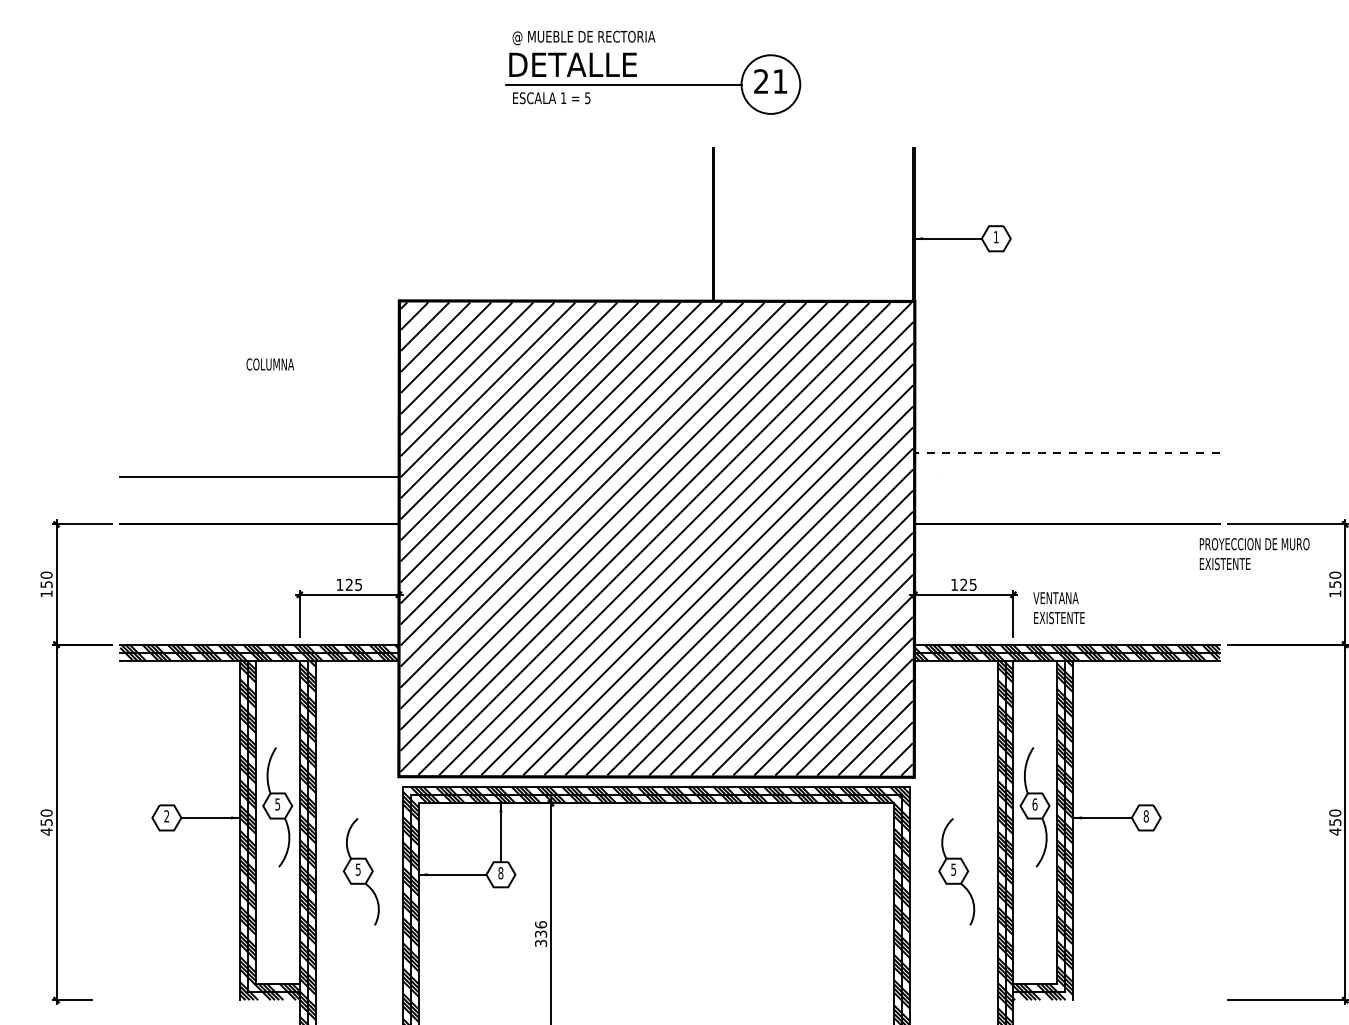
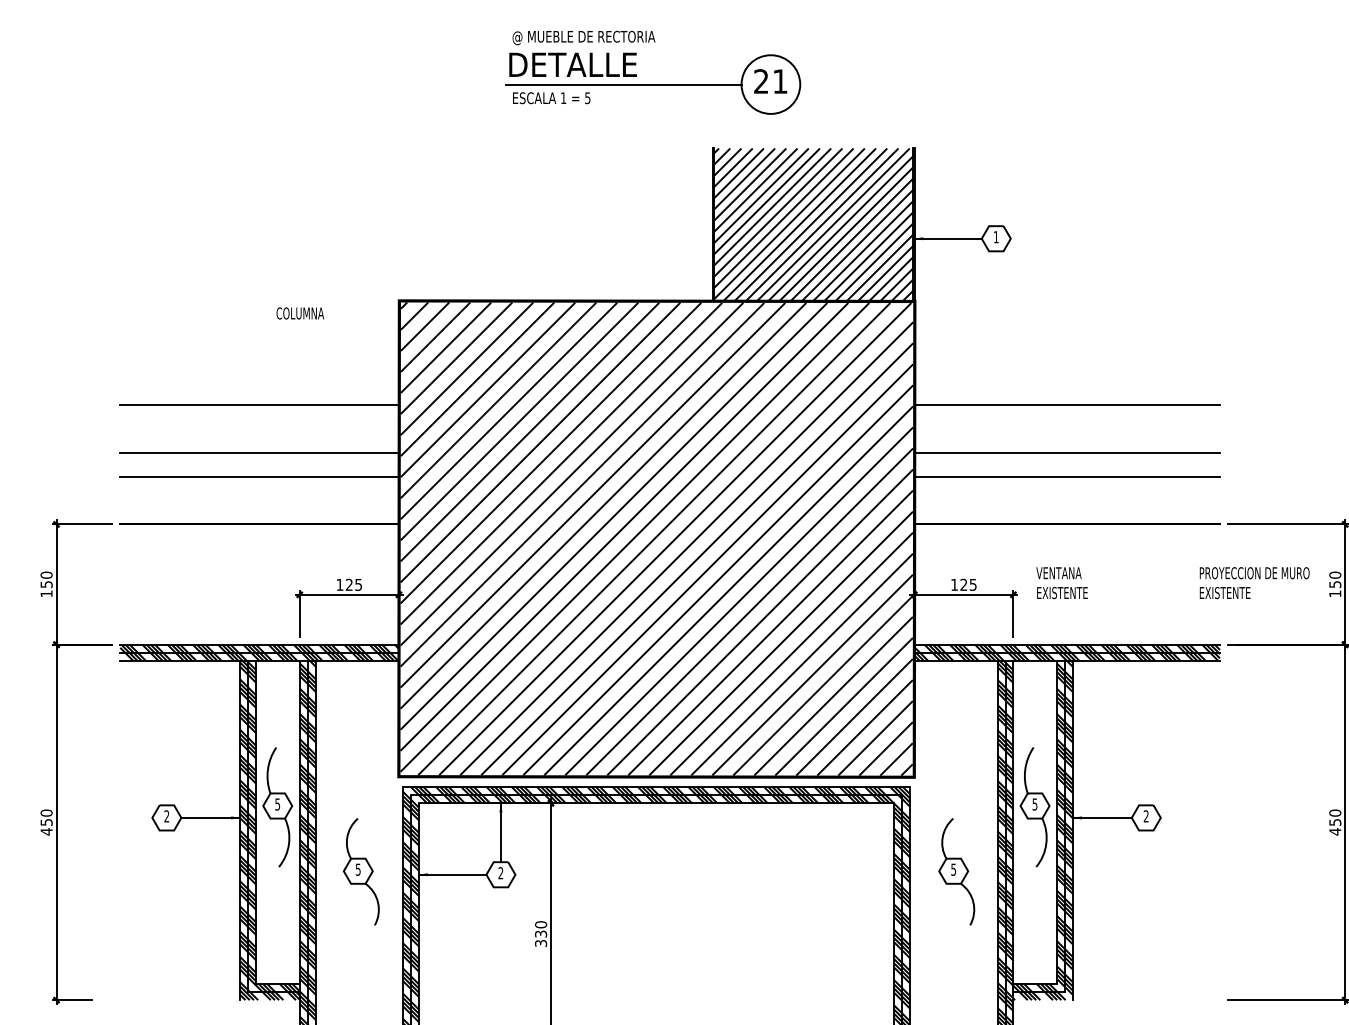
hatch at (813, 224): none -> present
text at (269, 364) position: (269, 364) -> (299, 313)
line at (259, 405): none -> present
line at (1067, 405): none -> present
line at (259, 453): none -> present
line at (1067, 453): dashed -> solid
line at (1067, 476): none -> present
text at (1254, 554) position: (1254, 554) -> (1254, 583)
text at (1058, 608) position: (1058, 608) -> (1061, 583)
text at (1034, 804): 6 -> 5
text at (1145, 816): 8 -> 2
text at (500, 873): 8 -> 2
text at (540, 924): 336 -> 330
